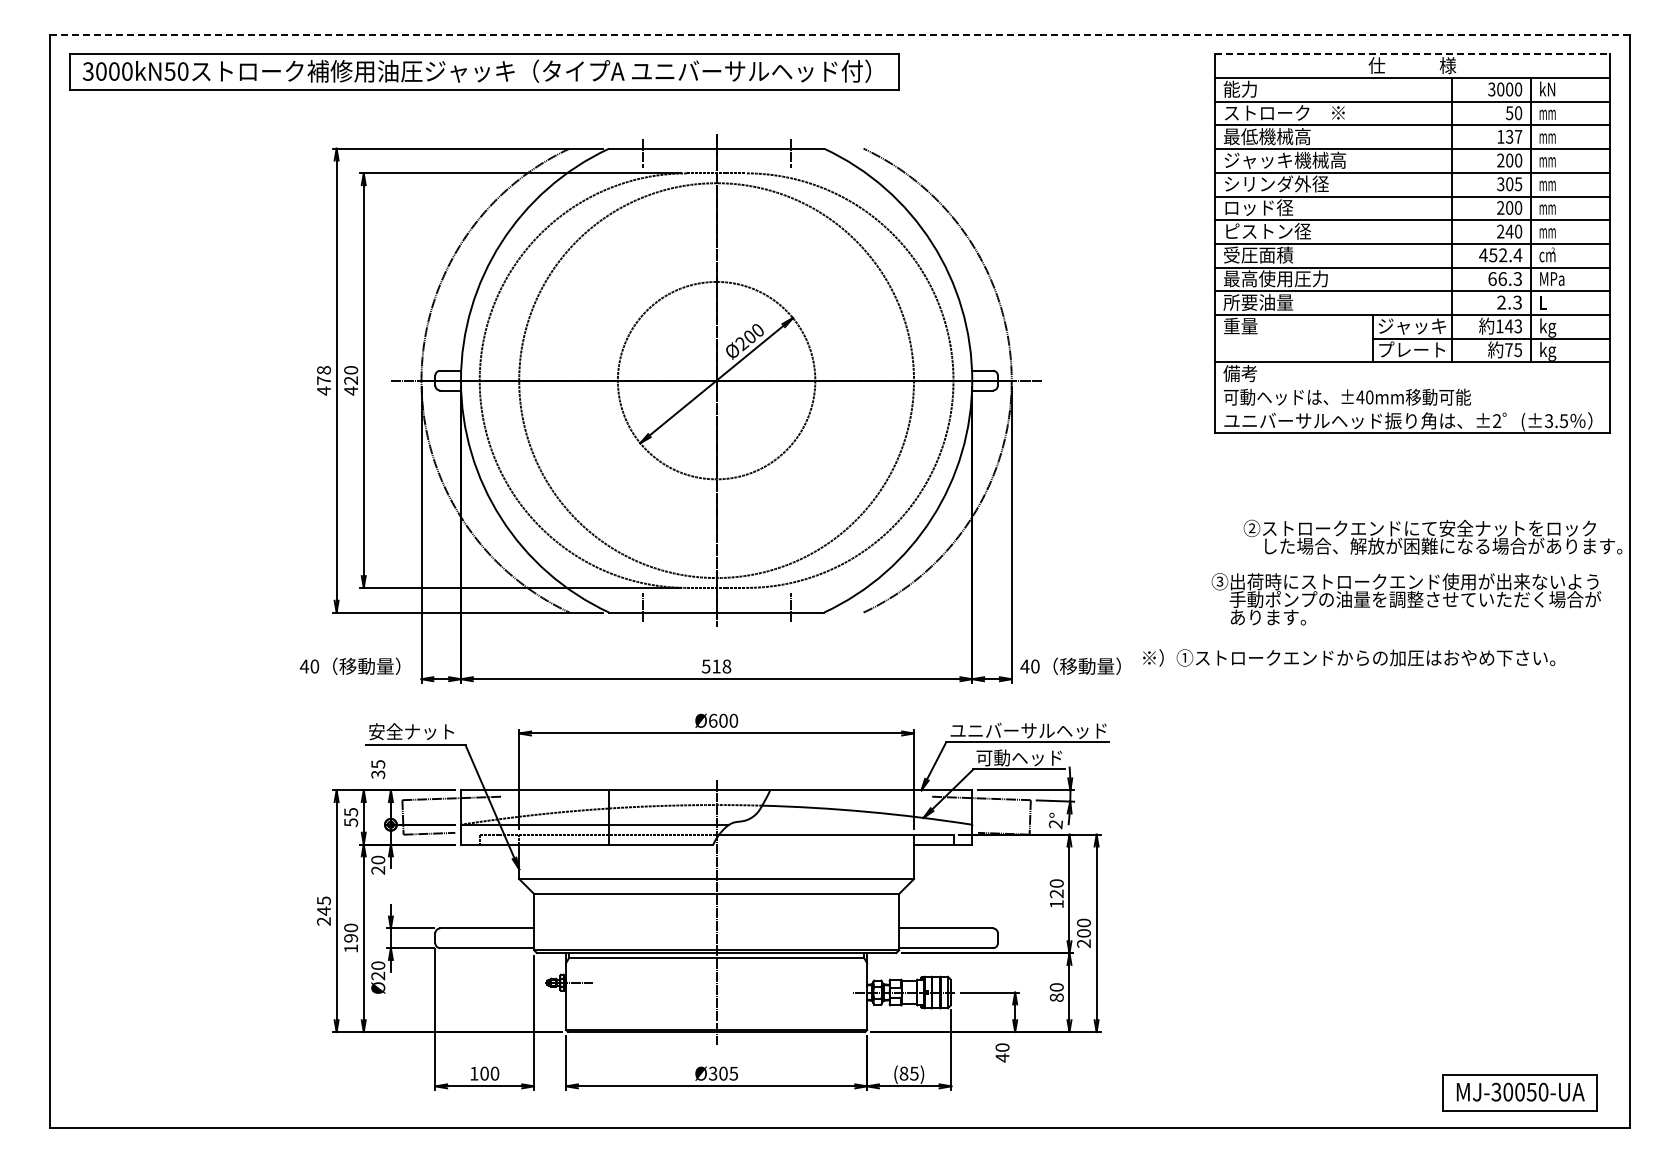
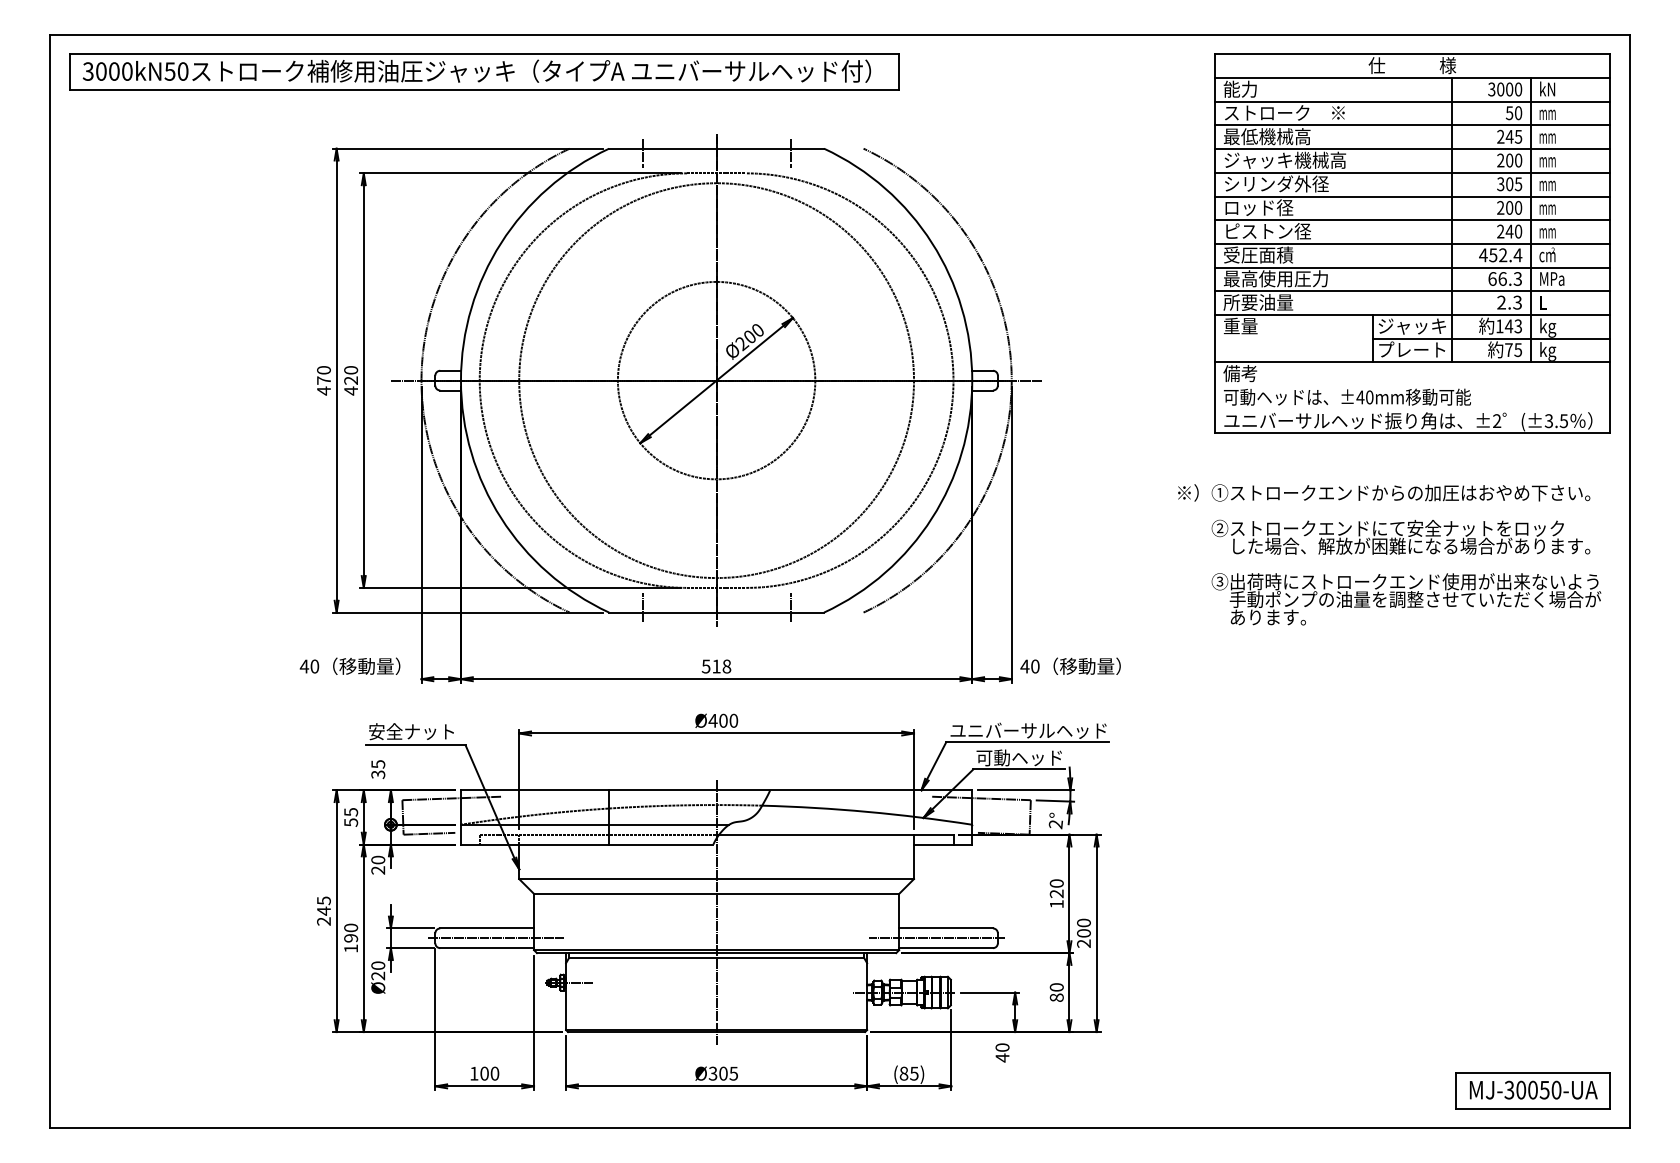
line at (840, 34): dashed -> solid
line at (1412, 54): dashed -> solid
text at (1509, 136): 137 -> 245
text at (323, 370): 478 -> 470
text at (1432, 536) position: (1432, 536) -> (1400, 536)
text at (1349, 657) position: (1349, 657) -> (1384, 492)
text at (712, 720): Ø600 -> Ø400
line at (496, 938): none -> present
line at (936, 938): none -> present
part at (1519, 1092) position: (1519, 1092) -> (1532, 1090)
